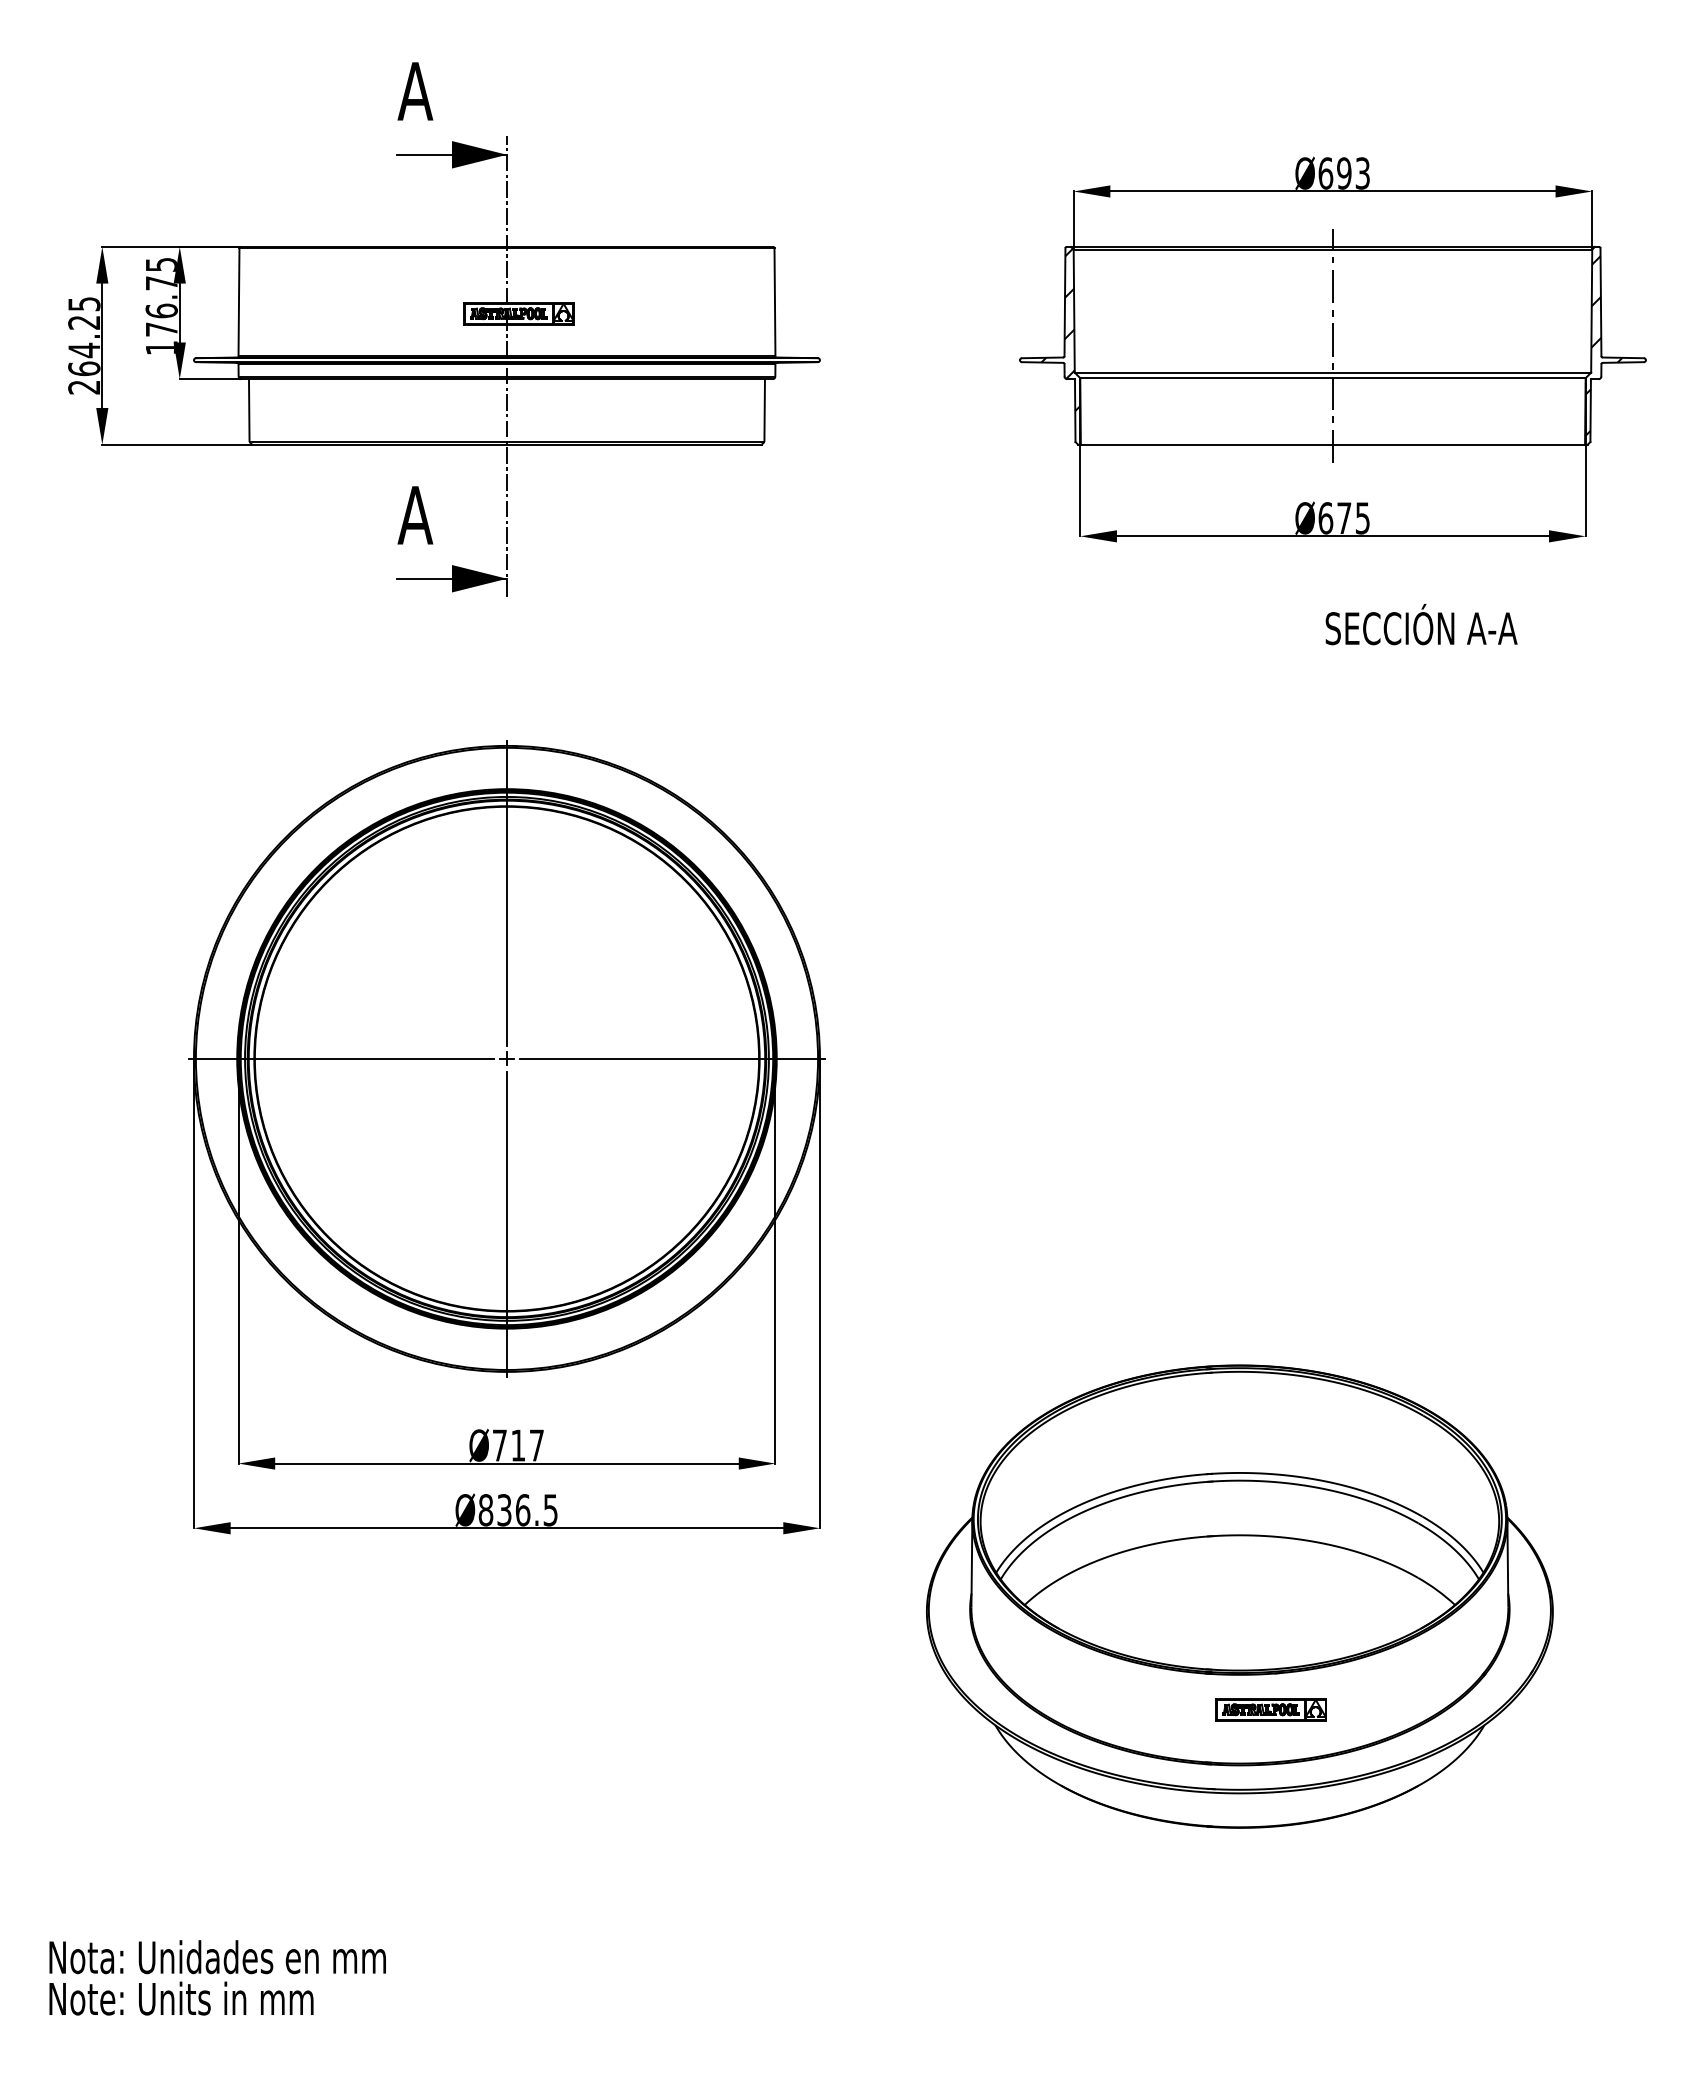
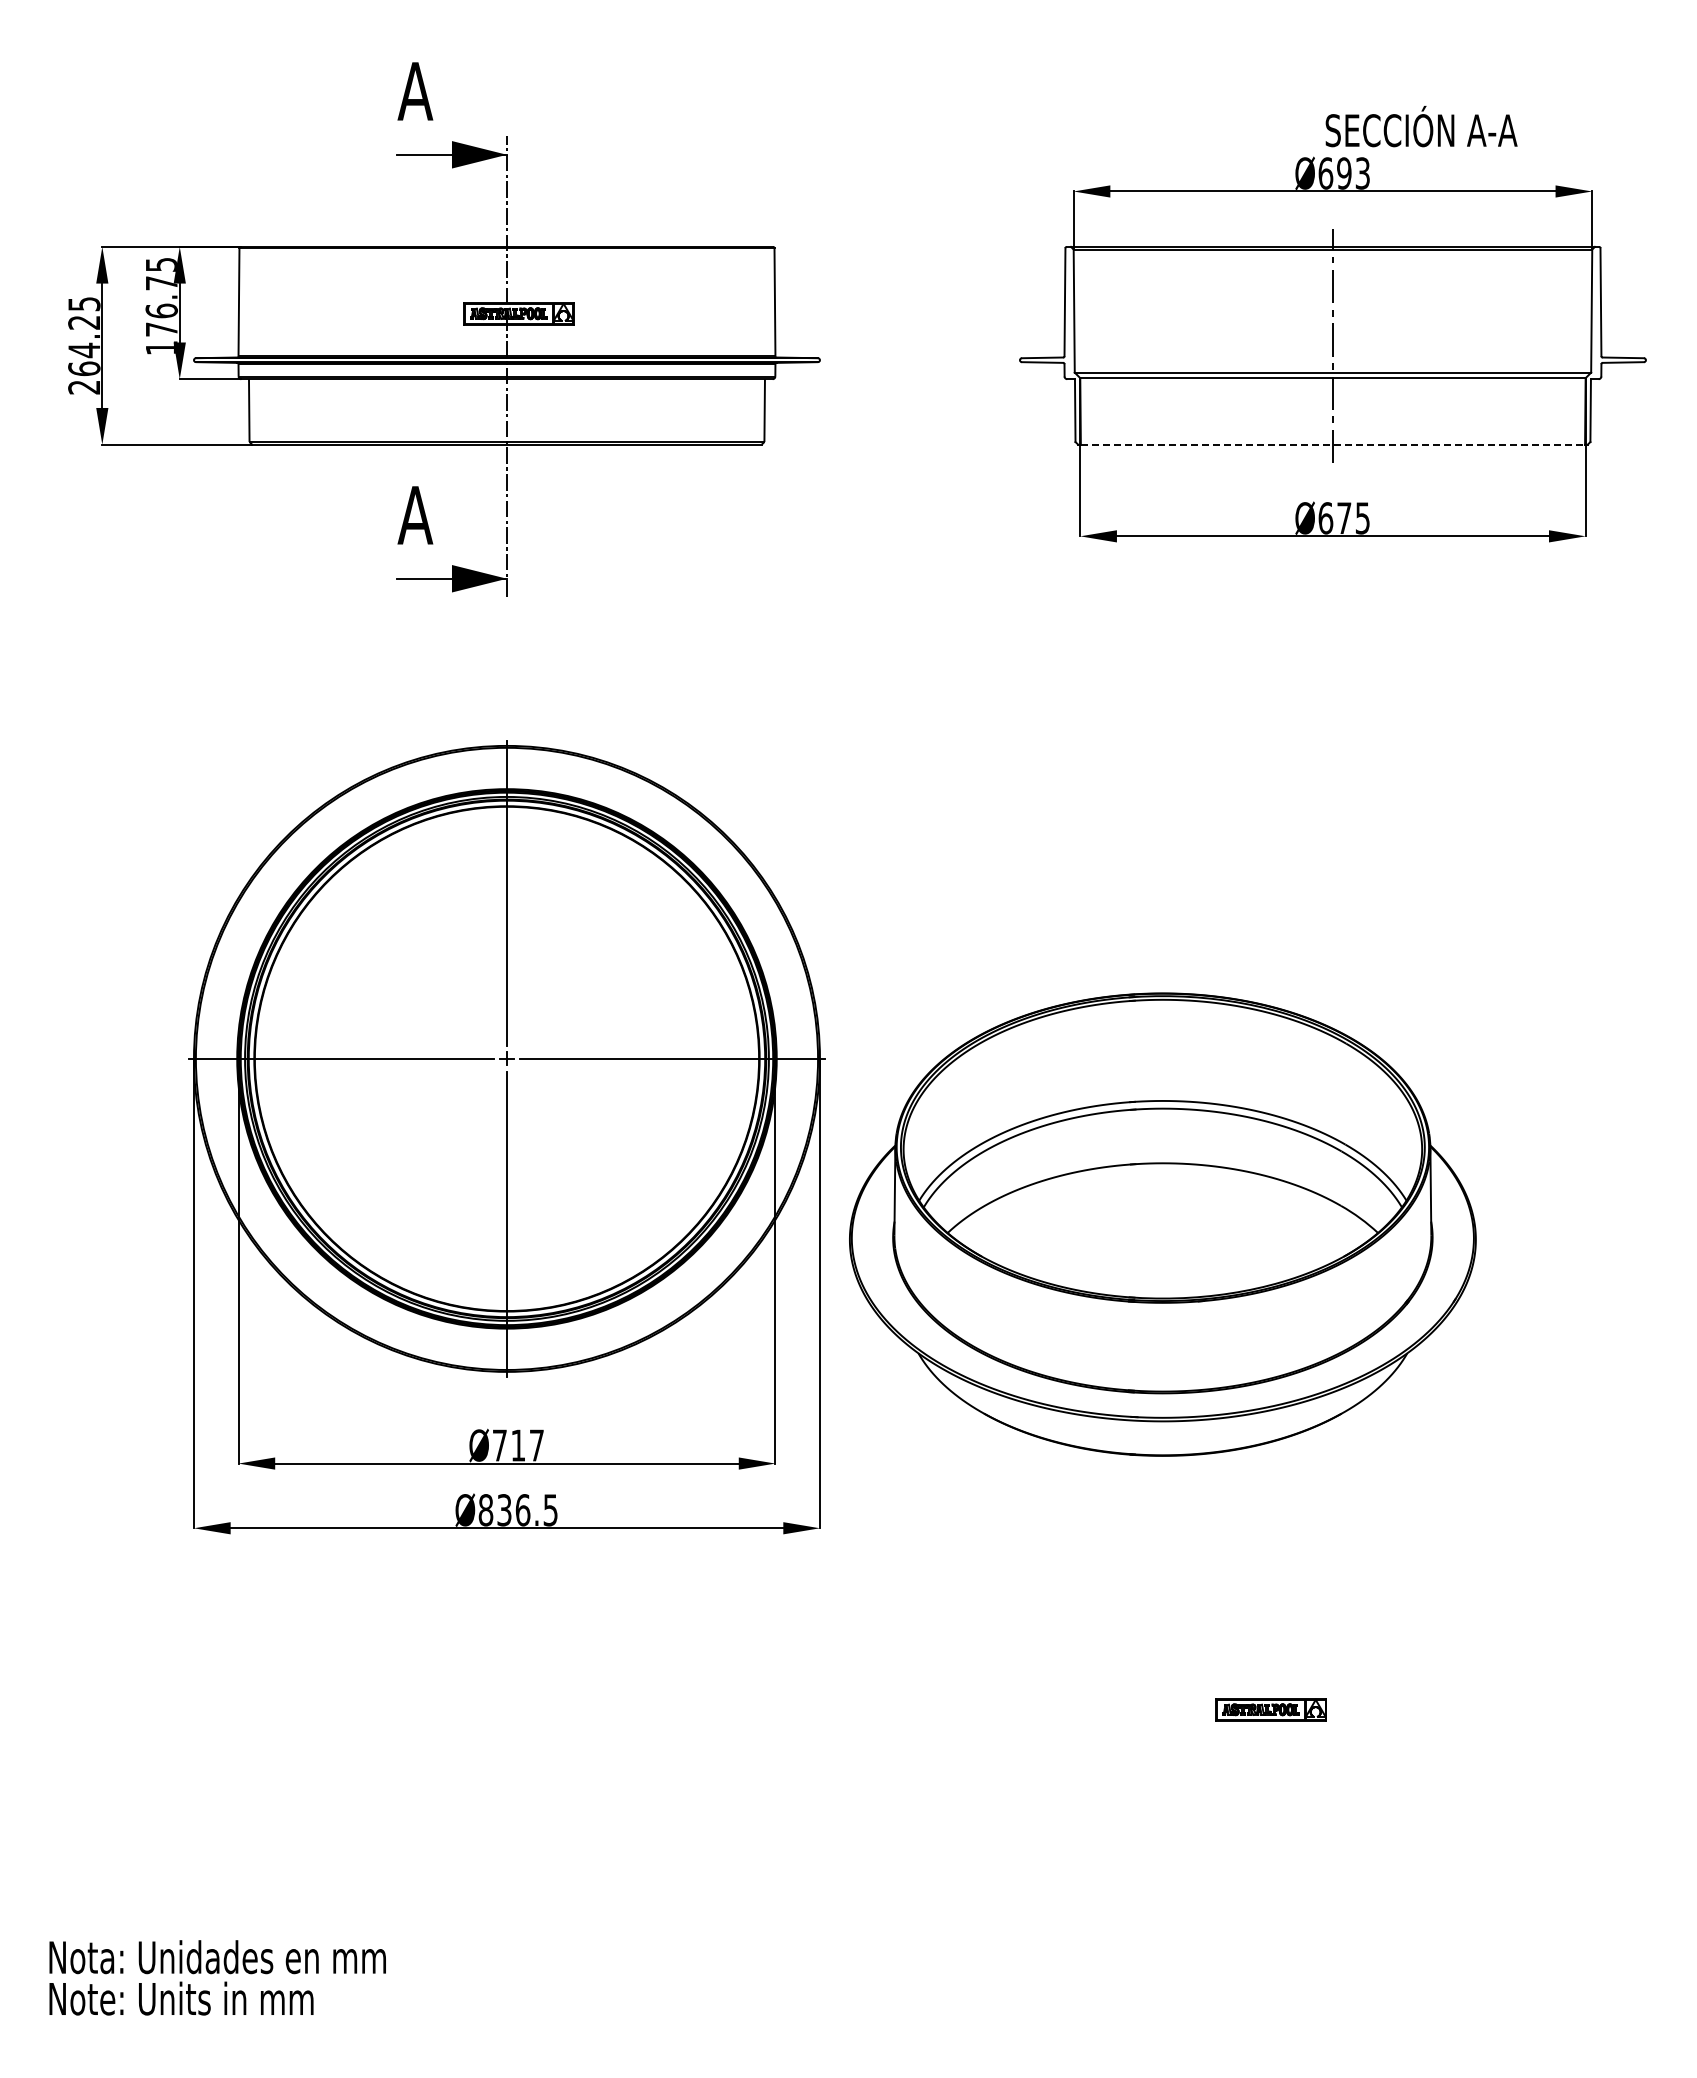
hatch at (1060, 329): present -> none
hatch at (1603, 346): present -> none
line at (1333, 444): solid -> dashed
text at (1421, 624) position: (1421, 624) -> (1421, 126)
part at (1239, 1596) position: (1239, 1596) -> (1162, 1224)
